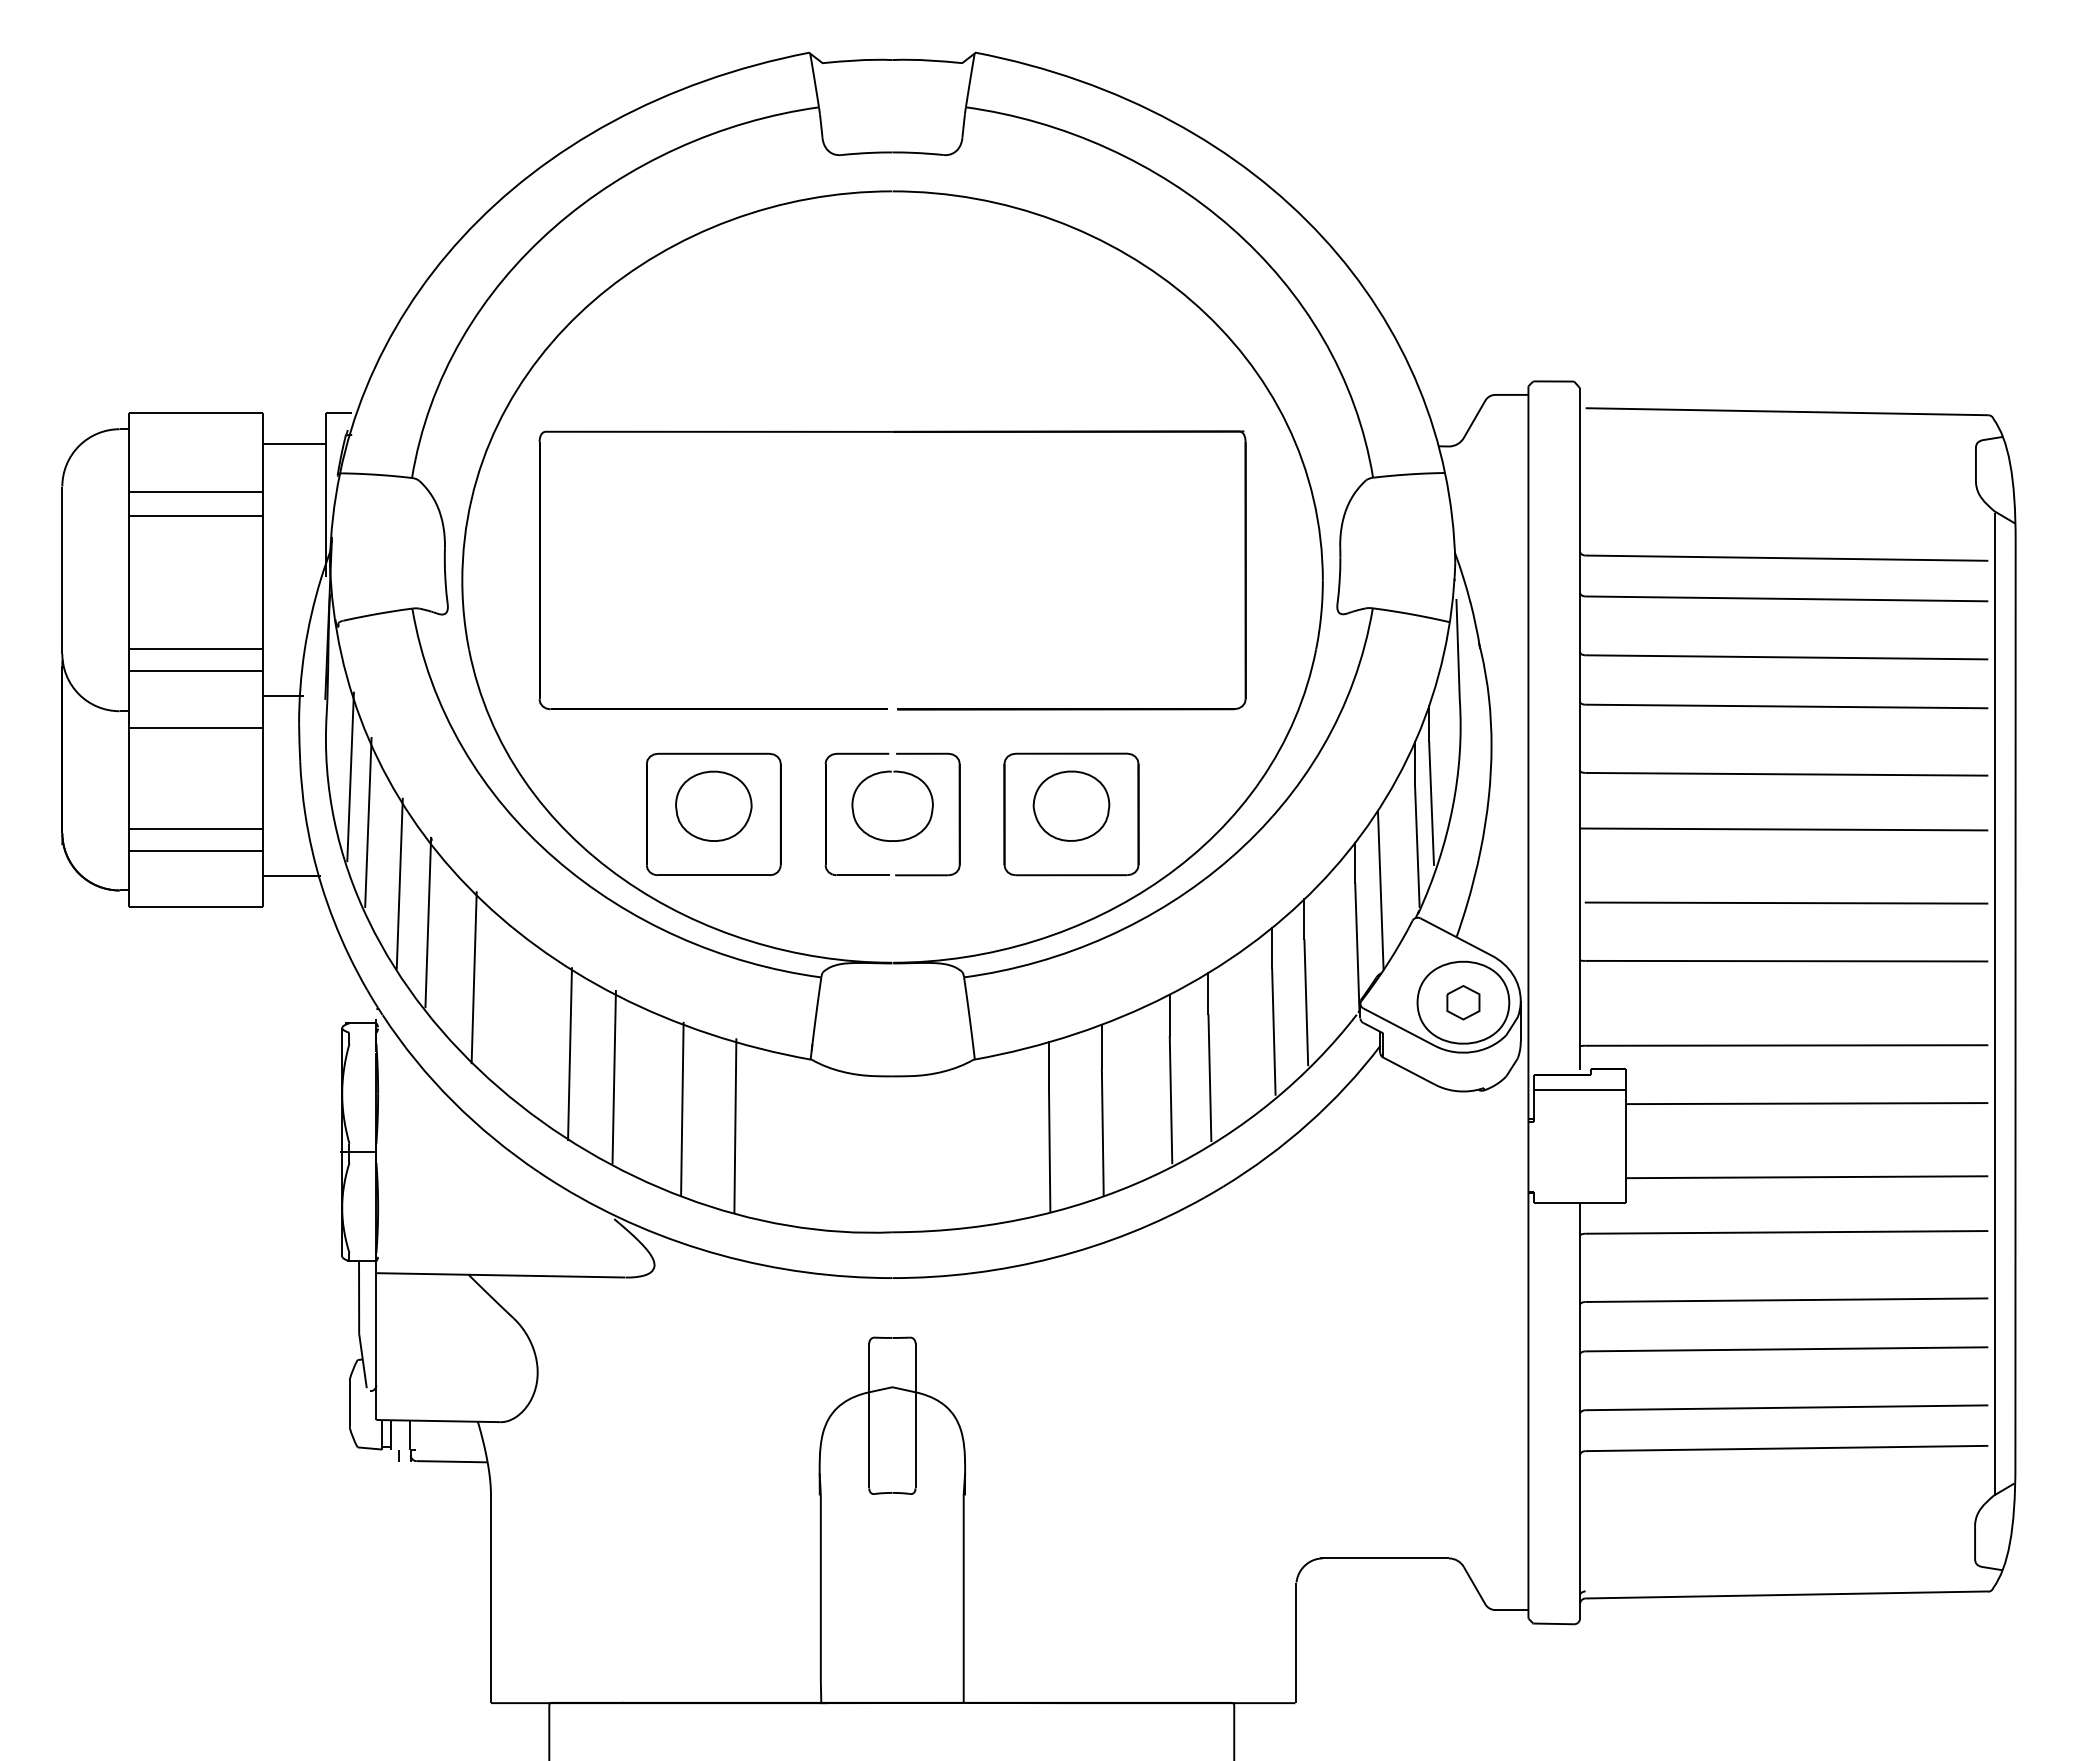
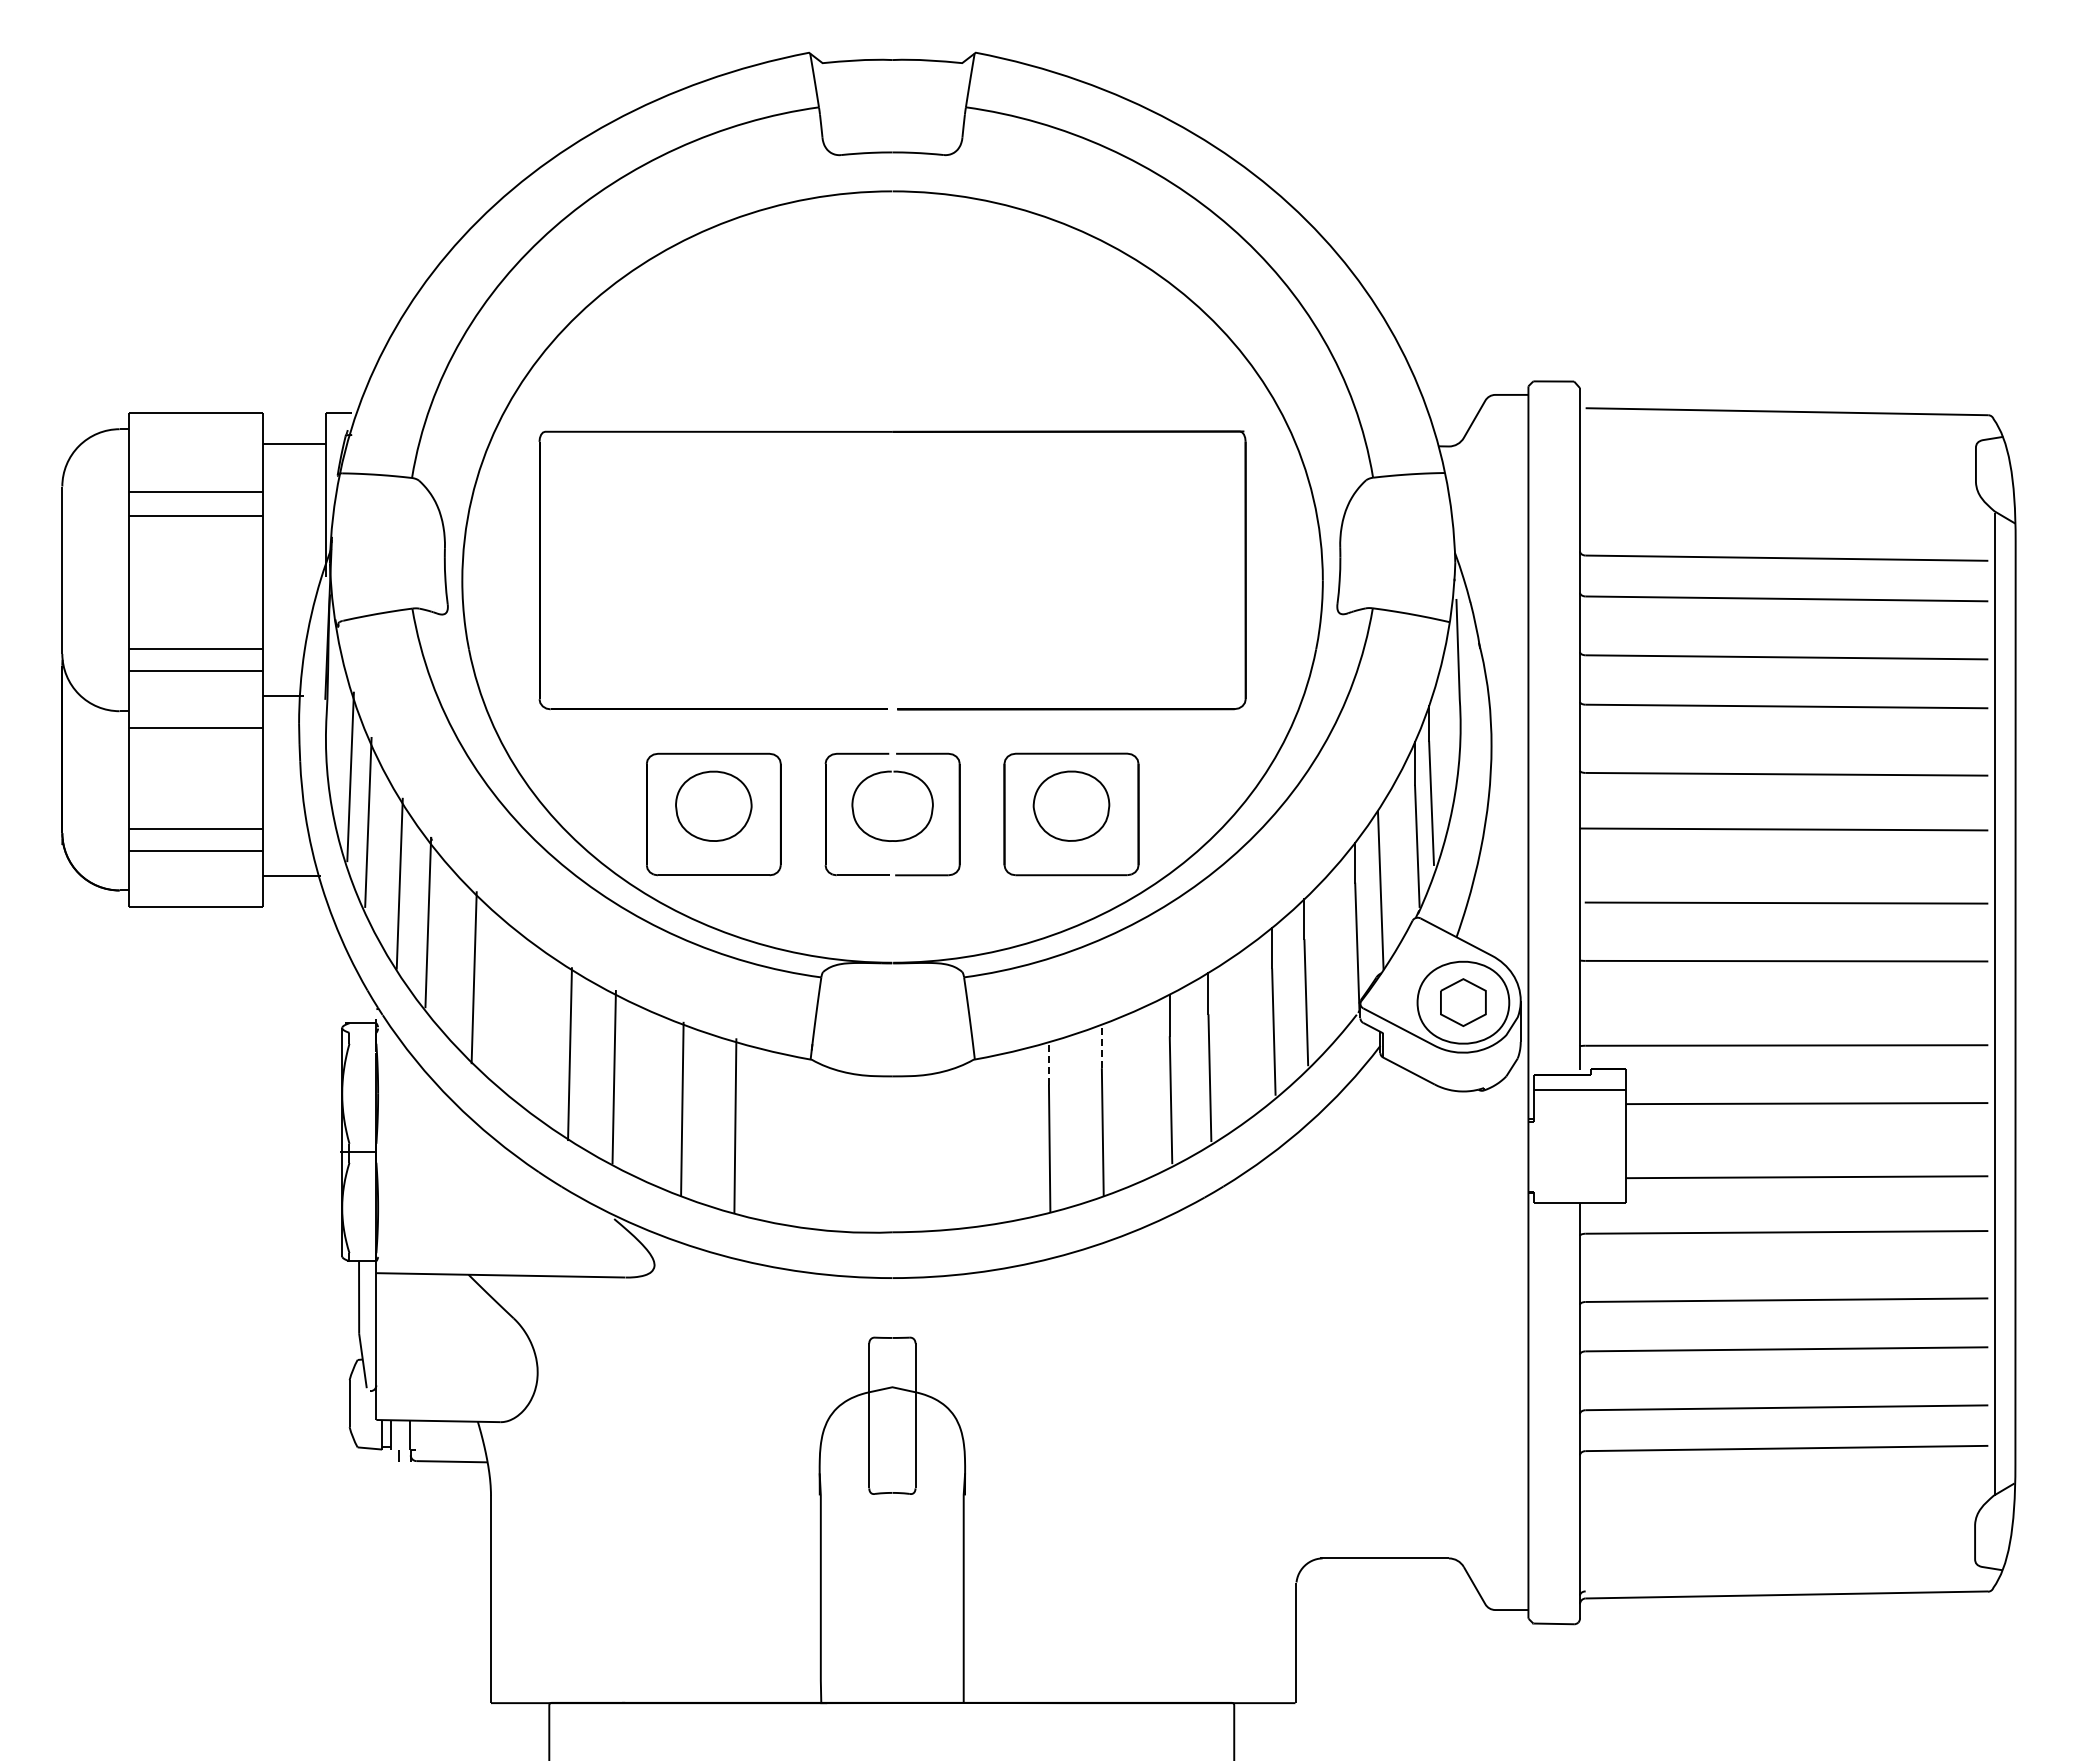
part at (1463, 1002) size: 35x36 px -> 47x49 px
line at (1101, 1046): solid -> dashed
line at (1048, 1062): solid -> dashed
